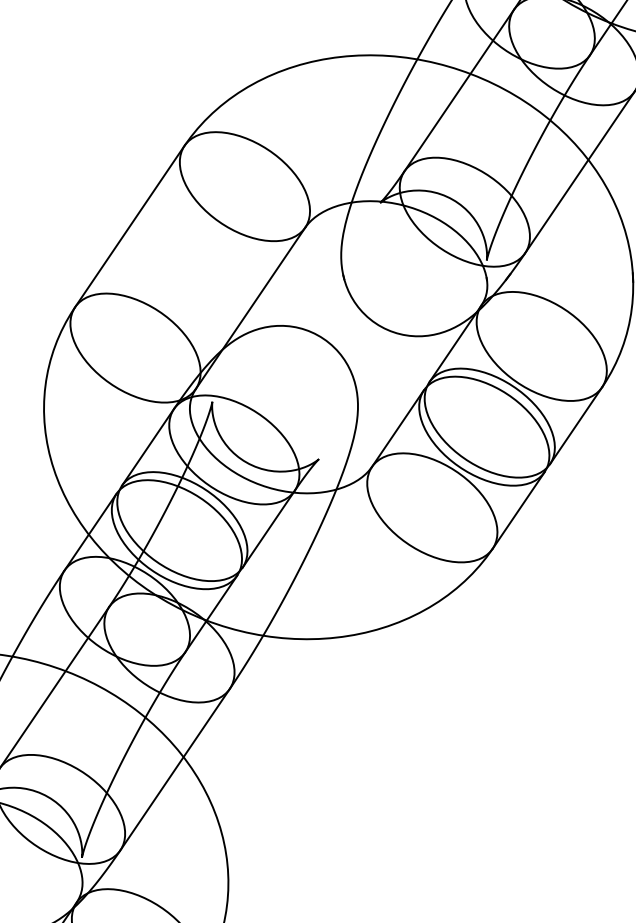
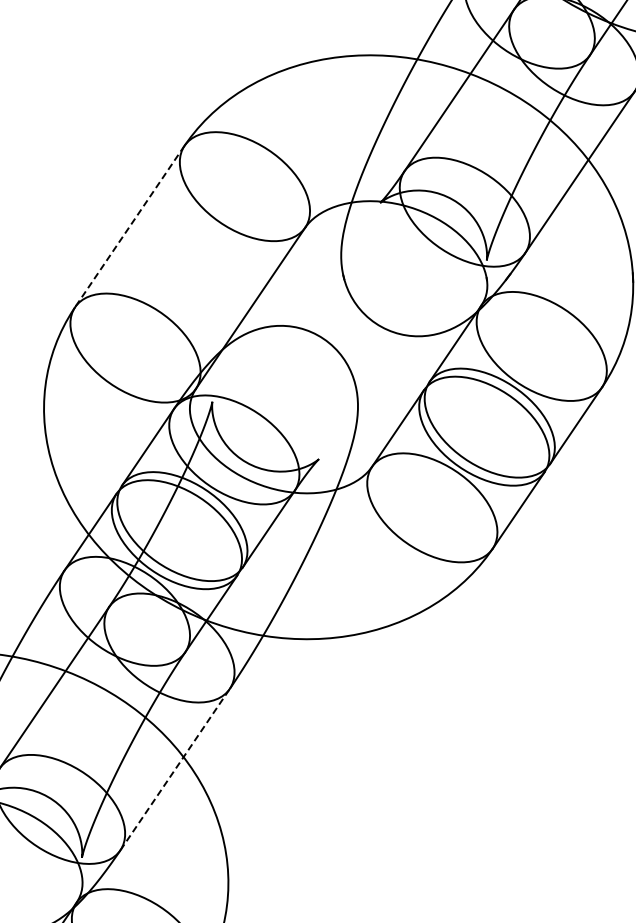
line at (129, 226): solid -> dashed
line at (175, 769): solid -> dashed
